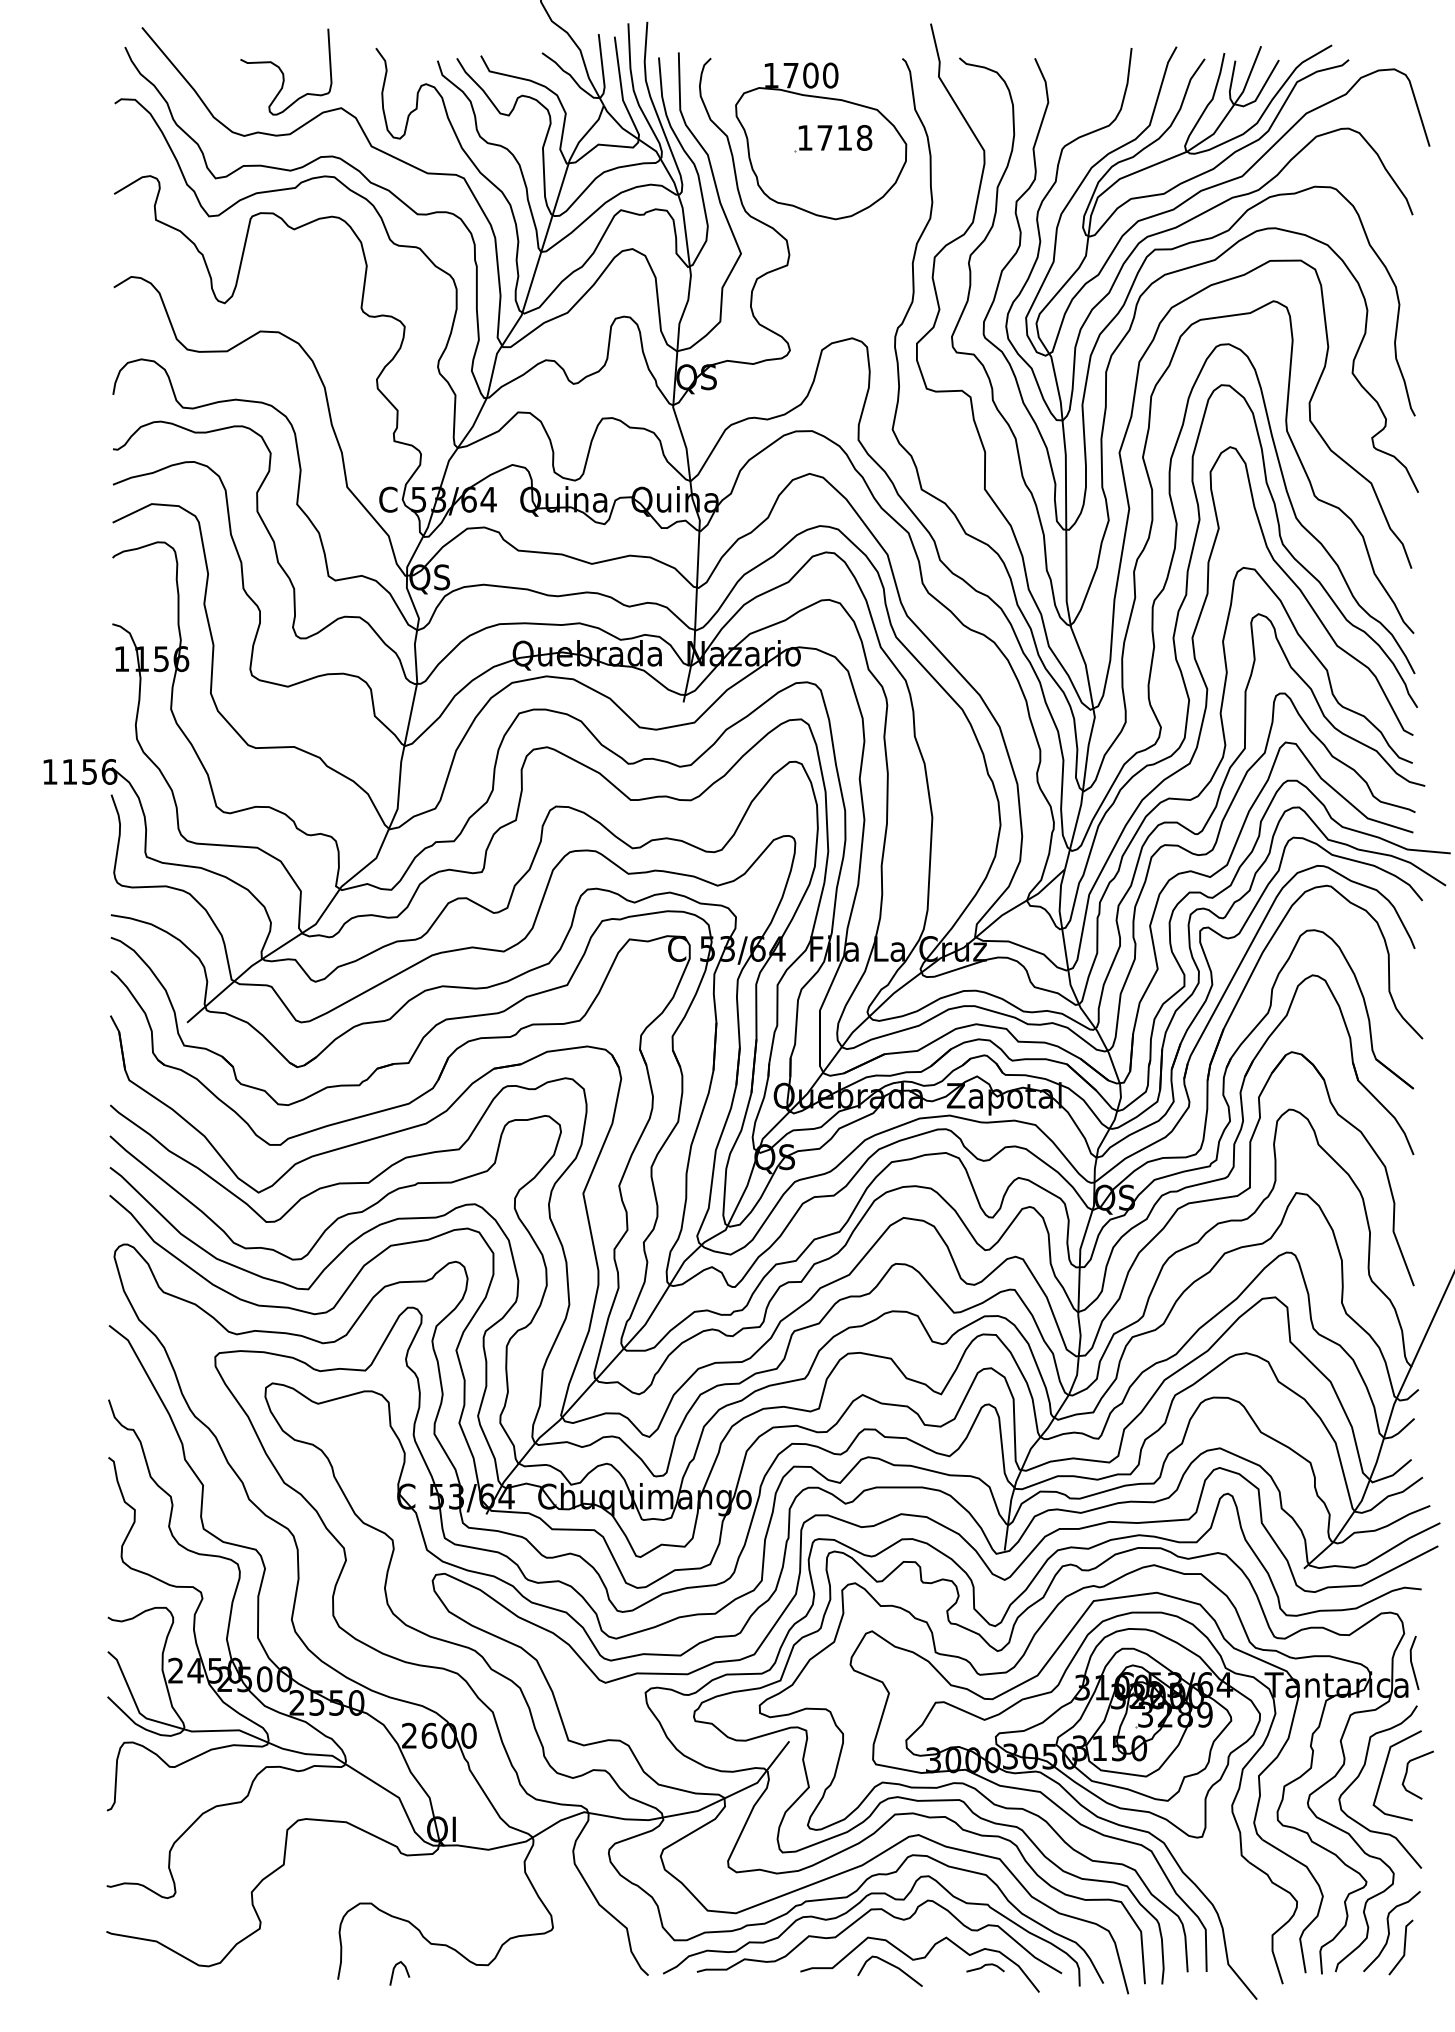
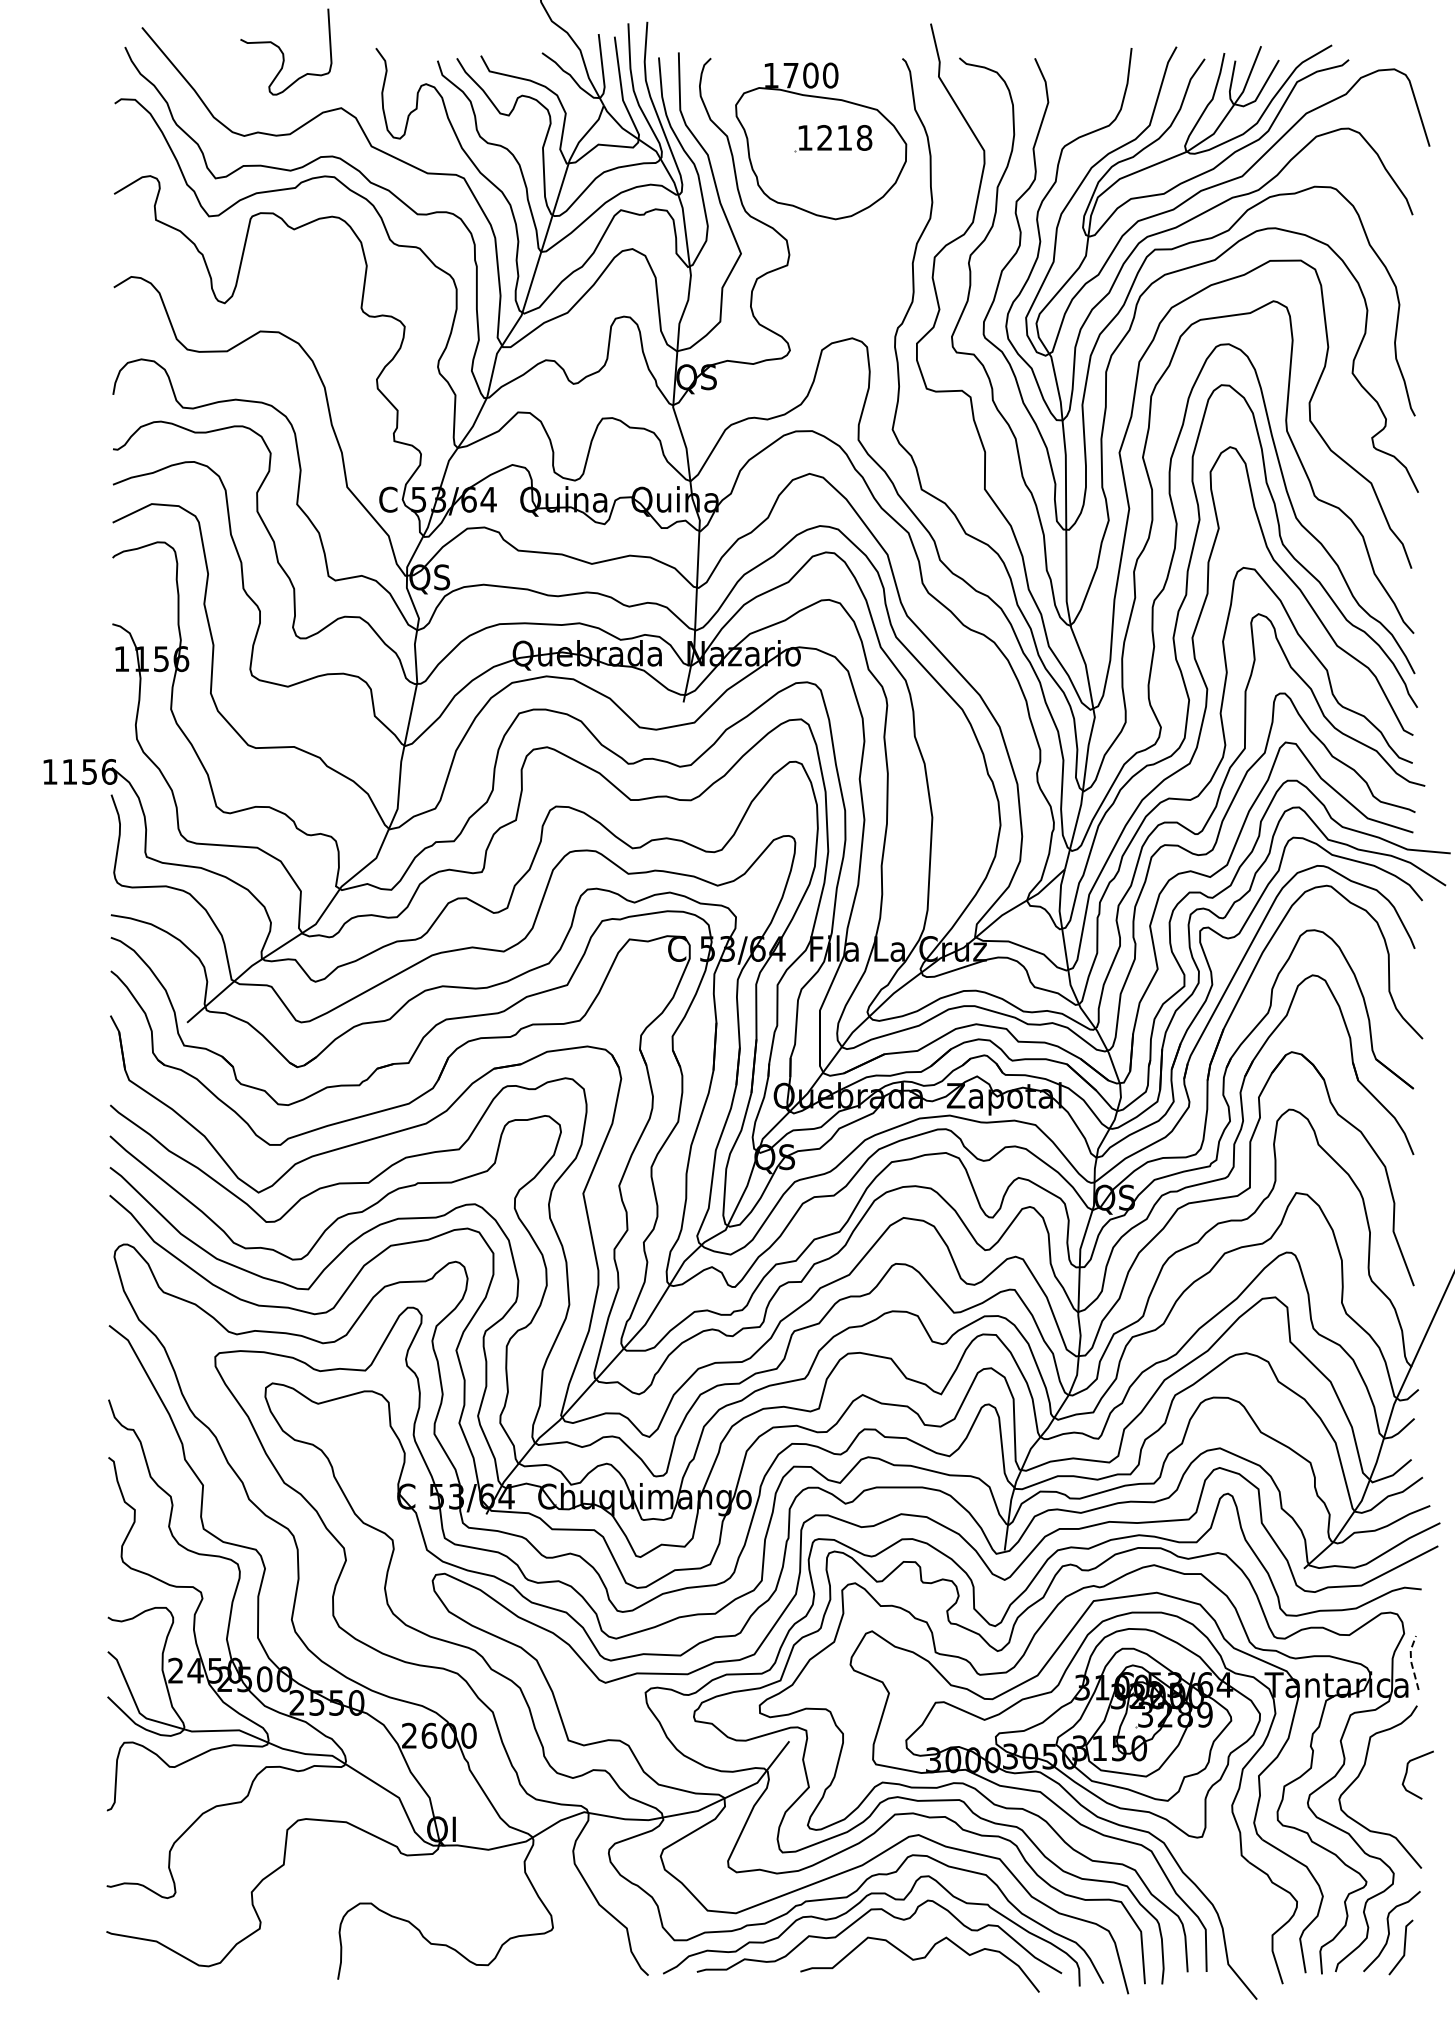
curve at (283, 72) position: (283, 72) -> (283, 52)
text at (824, 137): 1718 -> 1218
line at (1411, 1661): solid -> dashed
line at (1384, 1772): present -> none
curve at (892, 1966): present -> none
curve at (984, 1966): present -> none
curve at (394, 1971): present -> none
